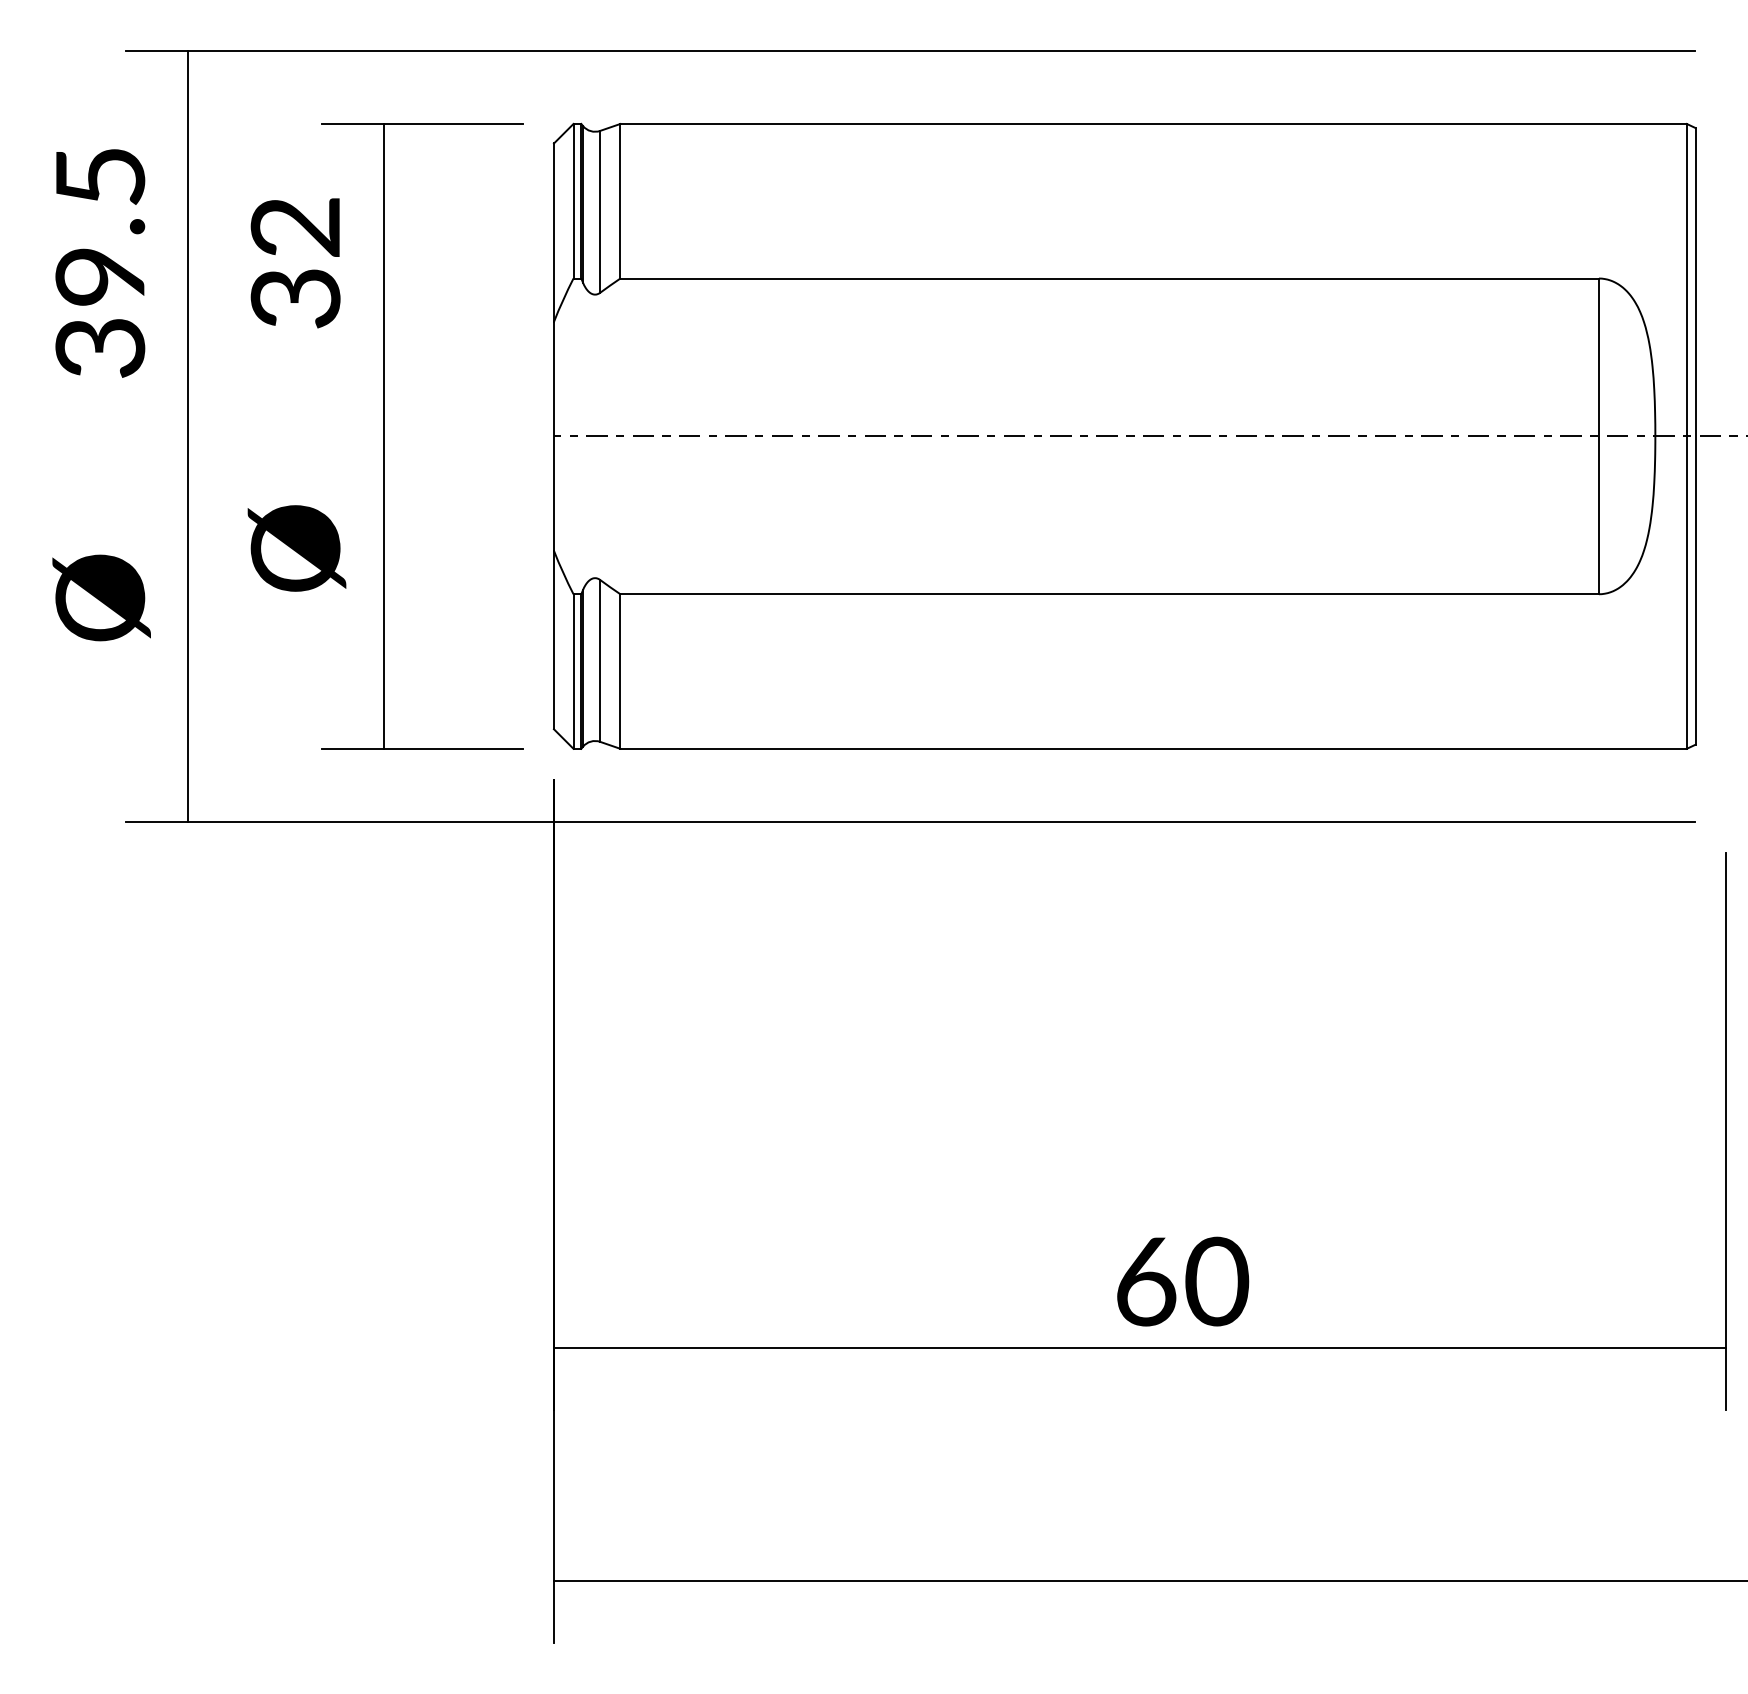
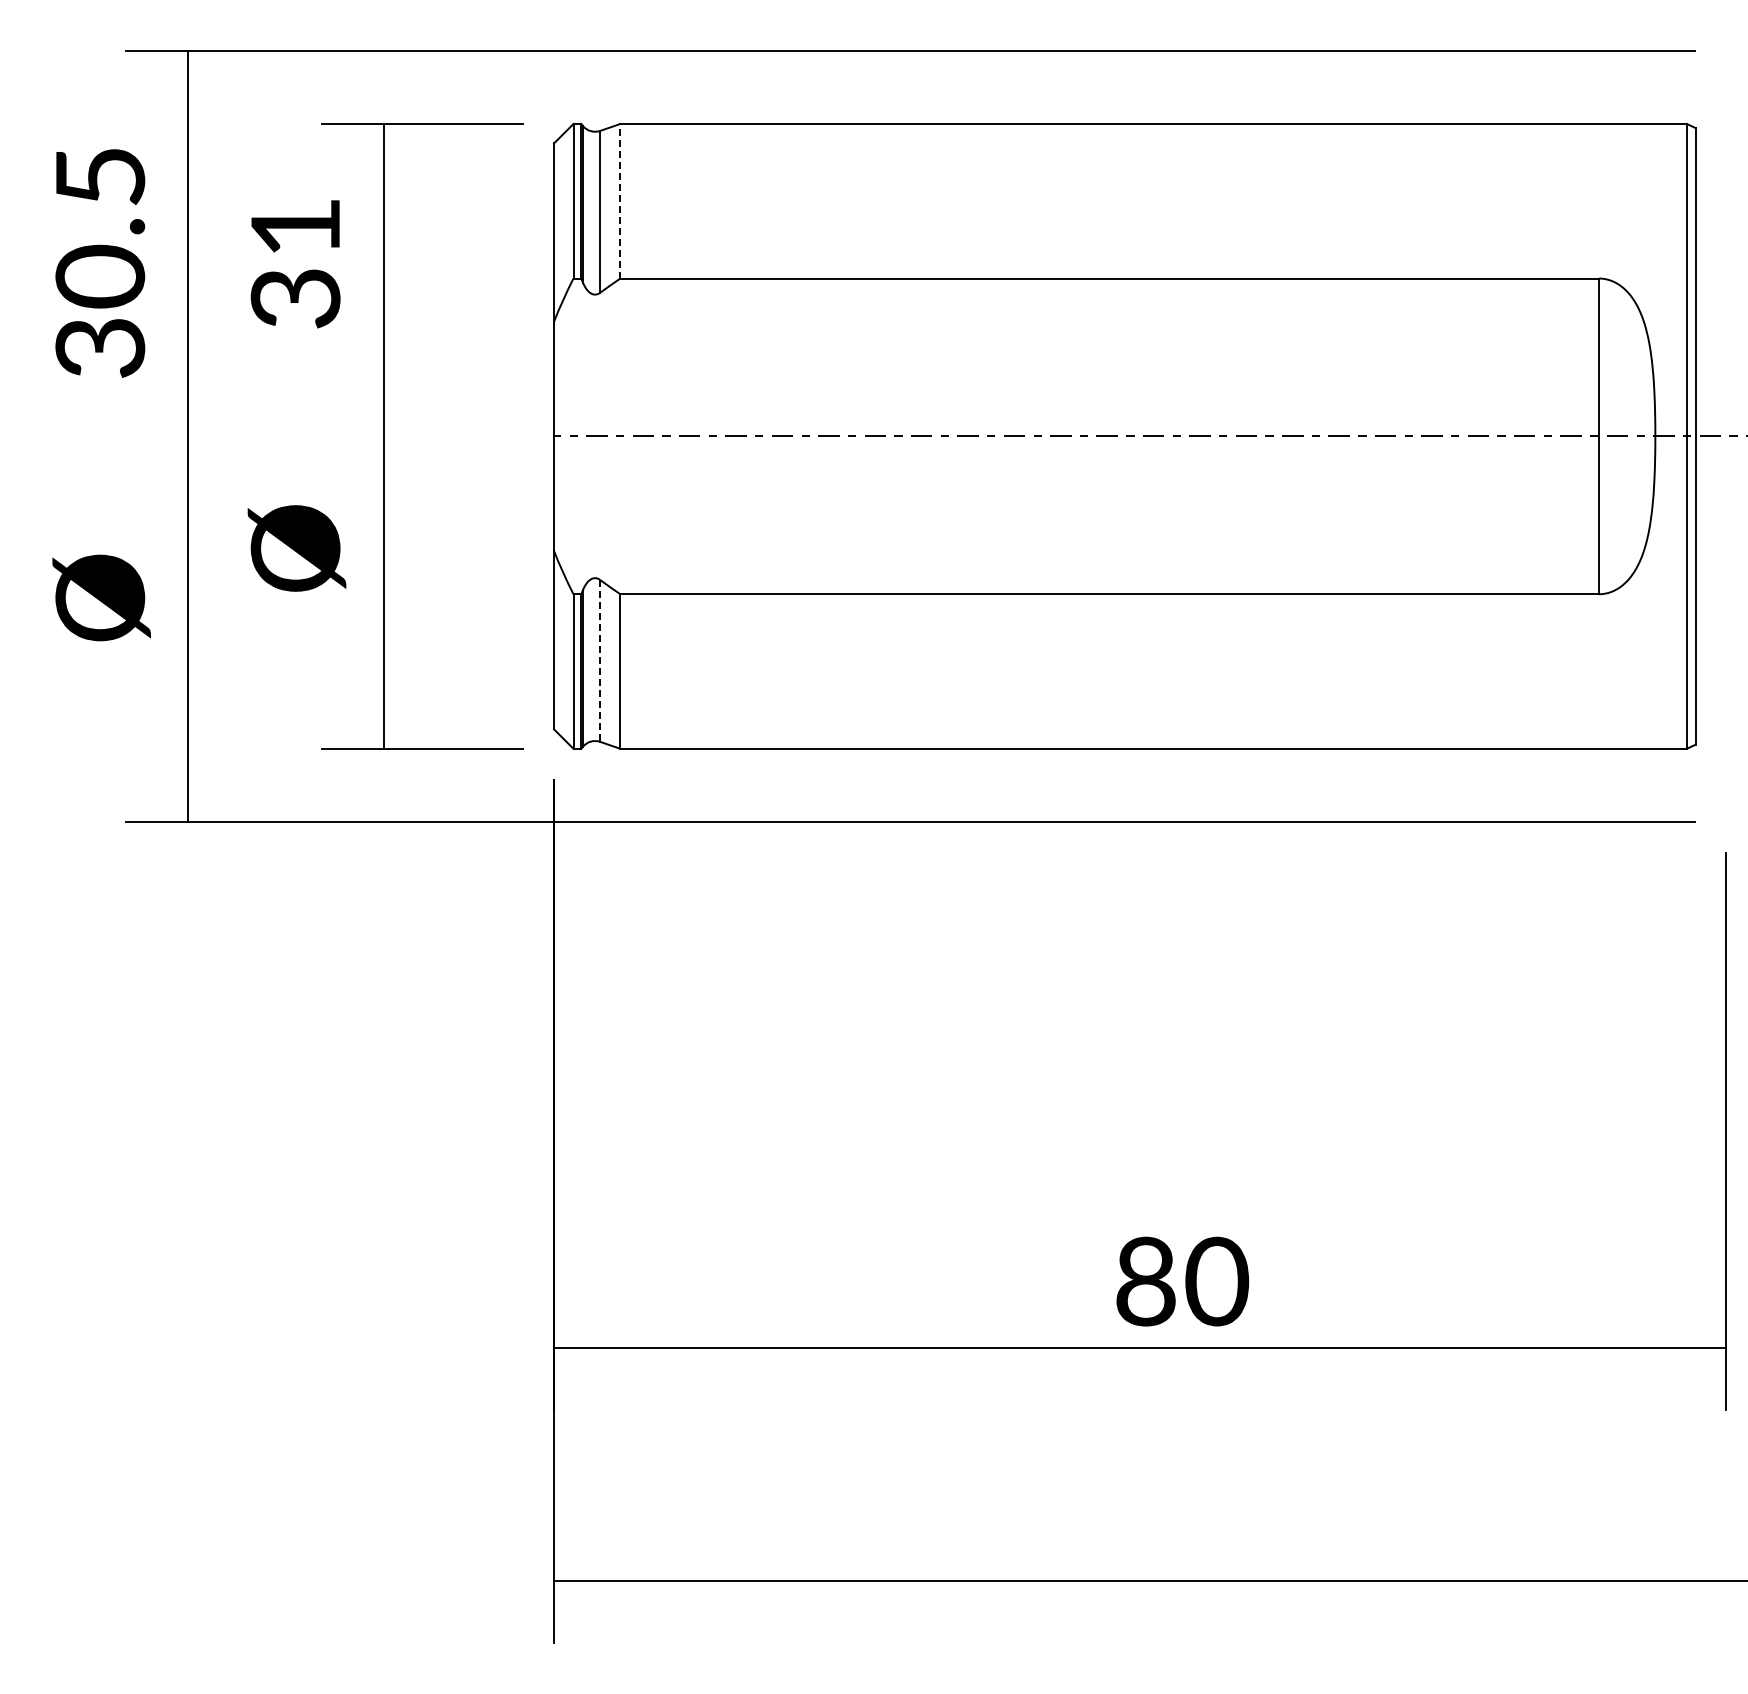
line at (620, 200): solid -> dashed
text at (294, 227): 32 -> 31
text at (100, 276): 39.5 -> 30.5
line at (600, 660): solid -> dashed
text at (1146, 1280): 60 -> 80
